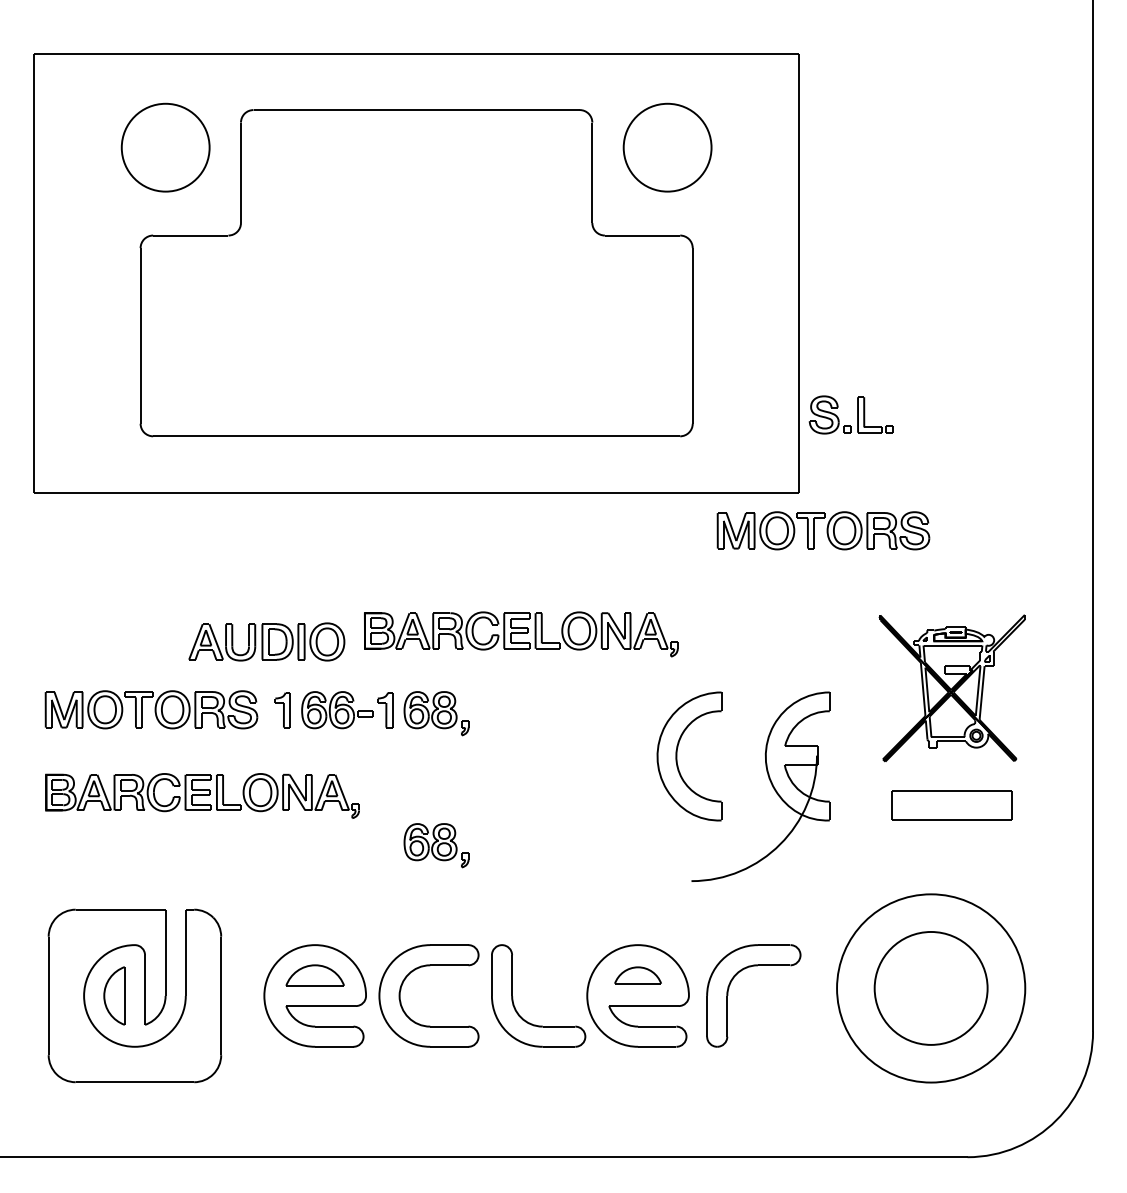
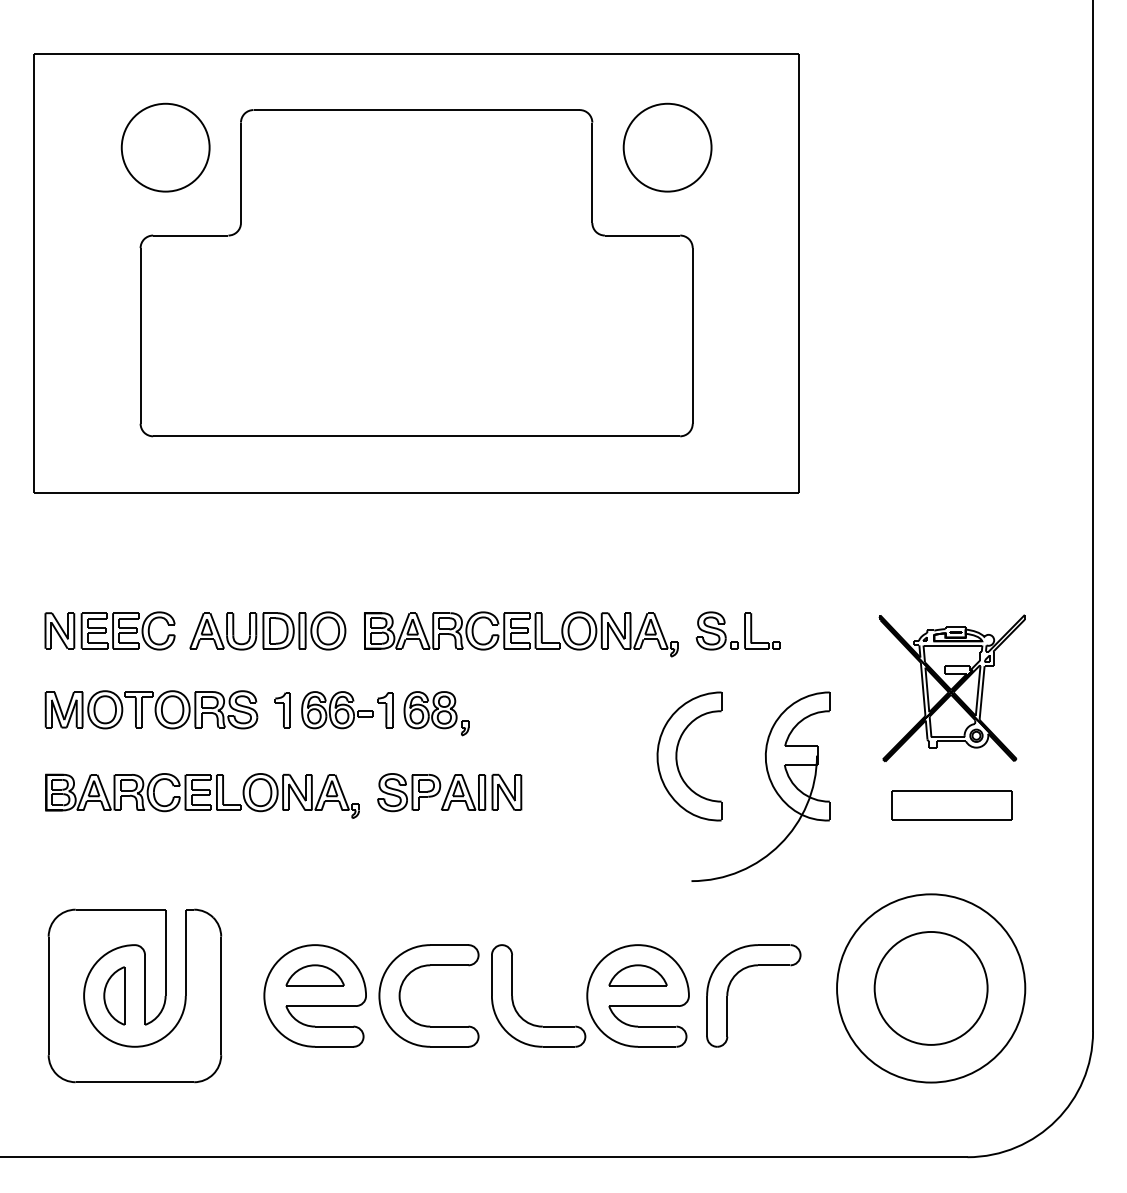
part at (857, 414) position: (857, 414) -> (744, 630)
part at (823, 530): present -> none
part at (109, 630): none -> present
part at (266, 641) position: (266, 641) -> (267, 630)
part at (449, 792): none -> present
part at (436, 845): present -> none
part at (637, 975) size: 48x19 px -> 60x23 px
